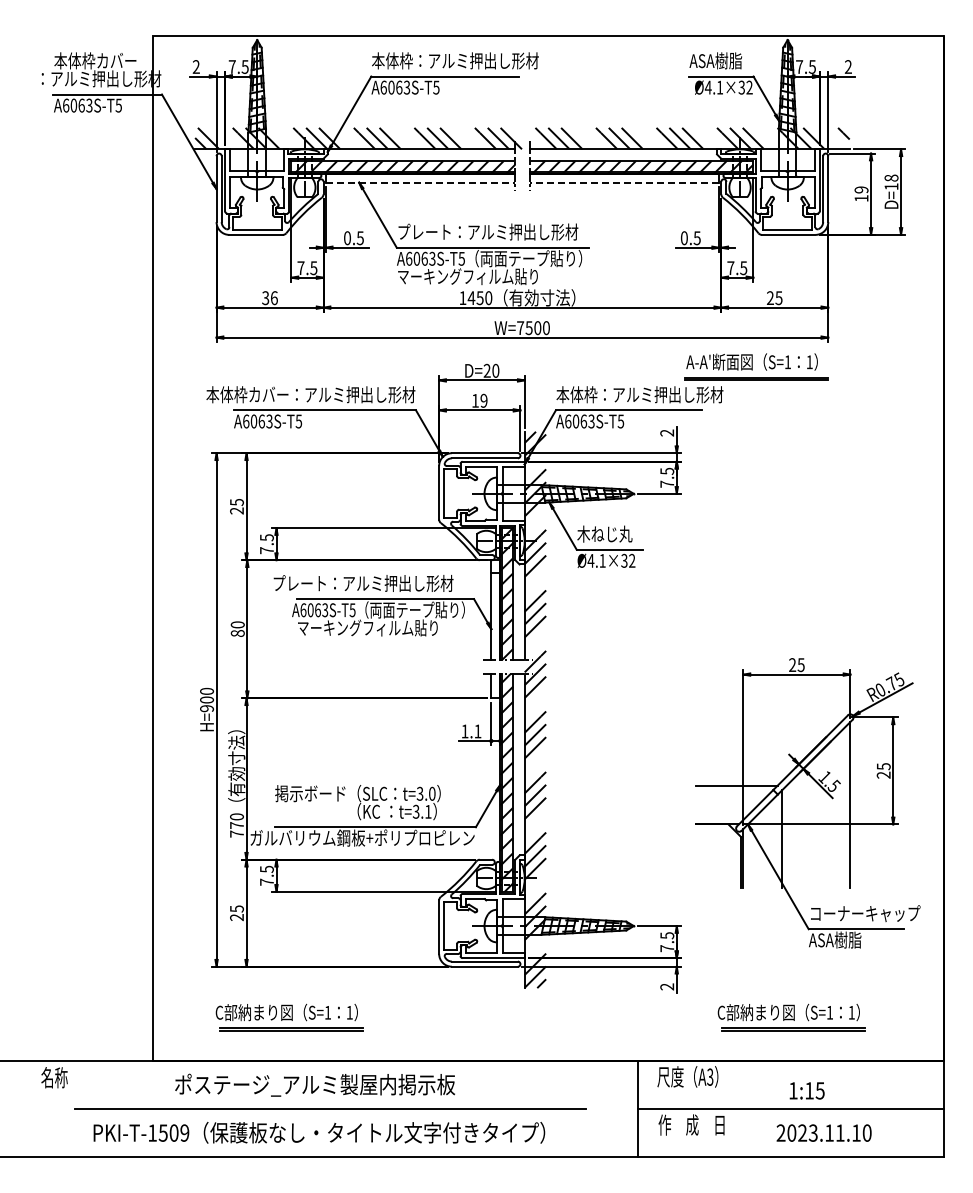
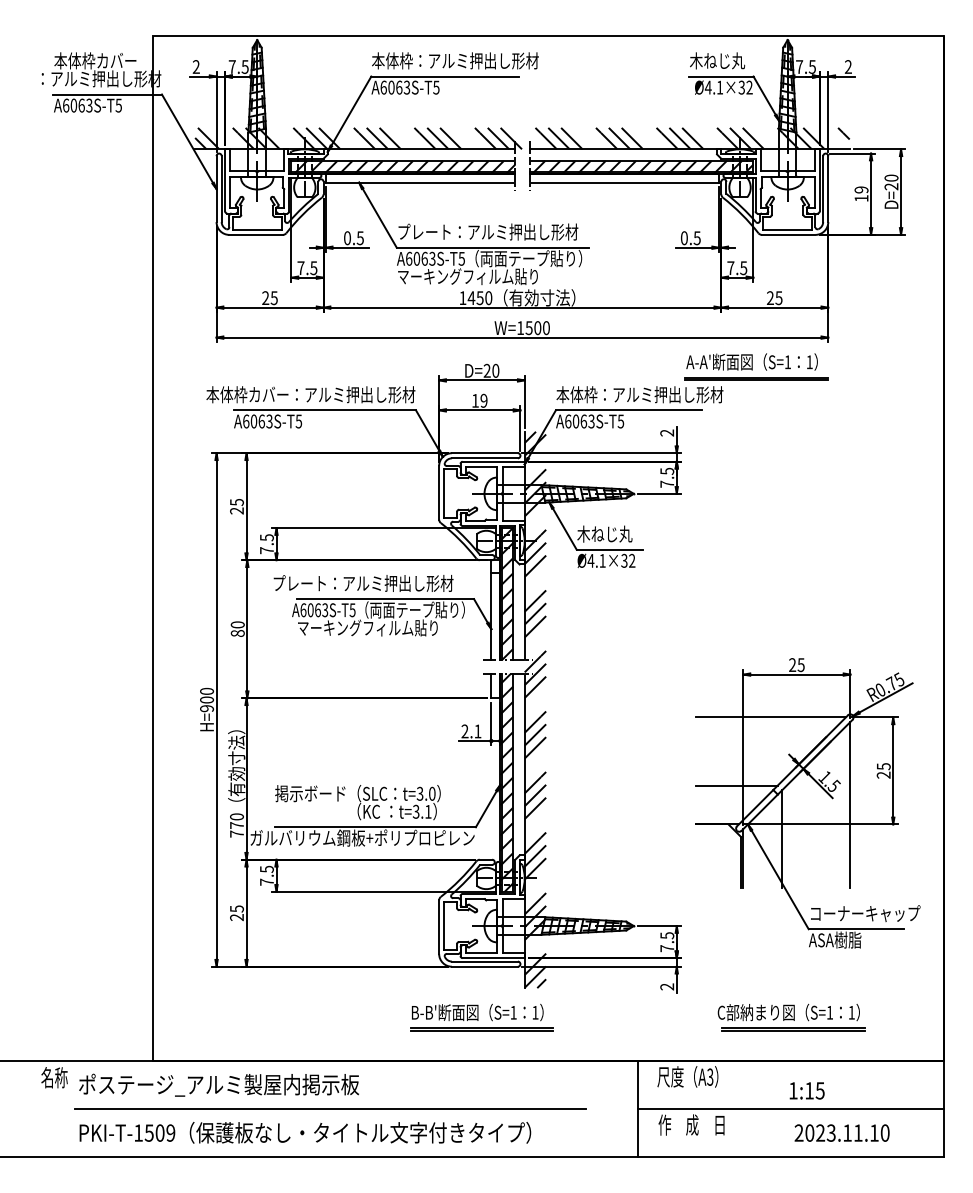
text at (717, 60): ASA樹脂 -> 木ねじ丸
line at (420, 182): dashed -> solid
line at (624, 182): dashed -> solid
text at (891, 182): D=18 -> D=20
text at (269, 298): 36 -> 25
text at (520, 327): W=7500 -> W=1500
line at (770, 717): none -> present
text at (464, 731): 1.1 -> 2.1
part at (289, 1017): present -> none
part at (481, 1017): none -> present
text at (314, 1084) position: (314, 1084) -> (218, 1084)
text at (319, 1132) position: (319, 1132) -> (305, 1132)
text at (823, 1132) position: (823, 1132) -> (841, 1132)
